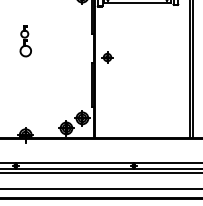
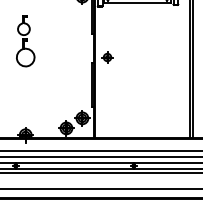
part at (25, 41) size: 13x33 px -> 20x53 px
line at (100, 151): none -> present
line at (100, 157): none -> present
